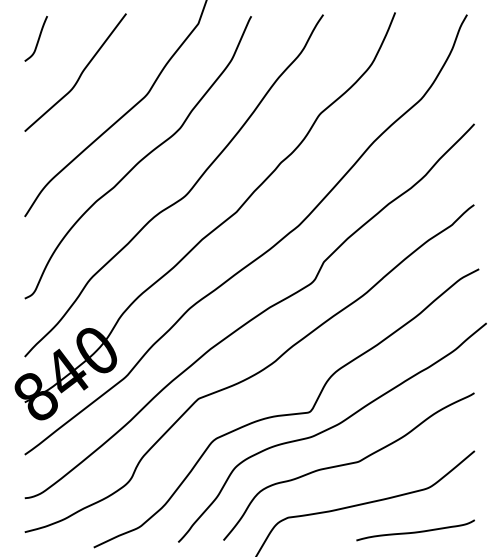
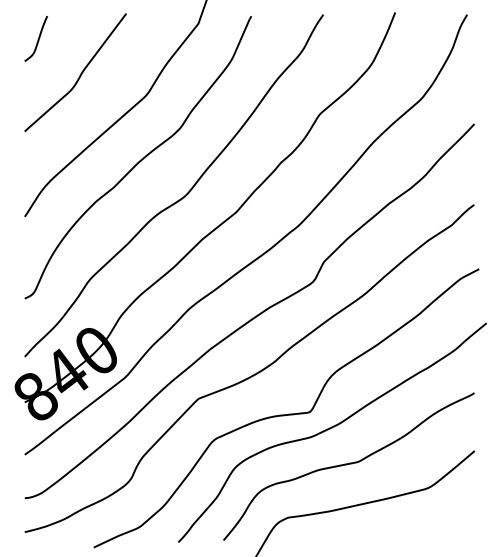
curve at (415, 531): present -> none
